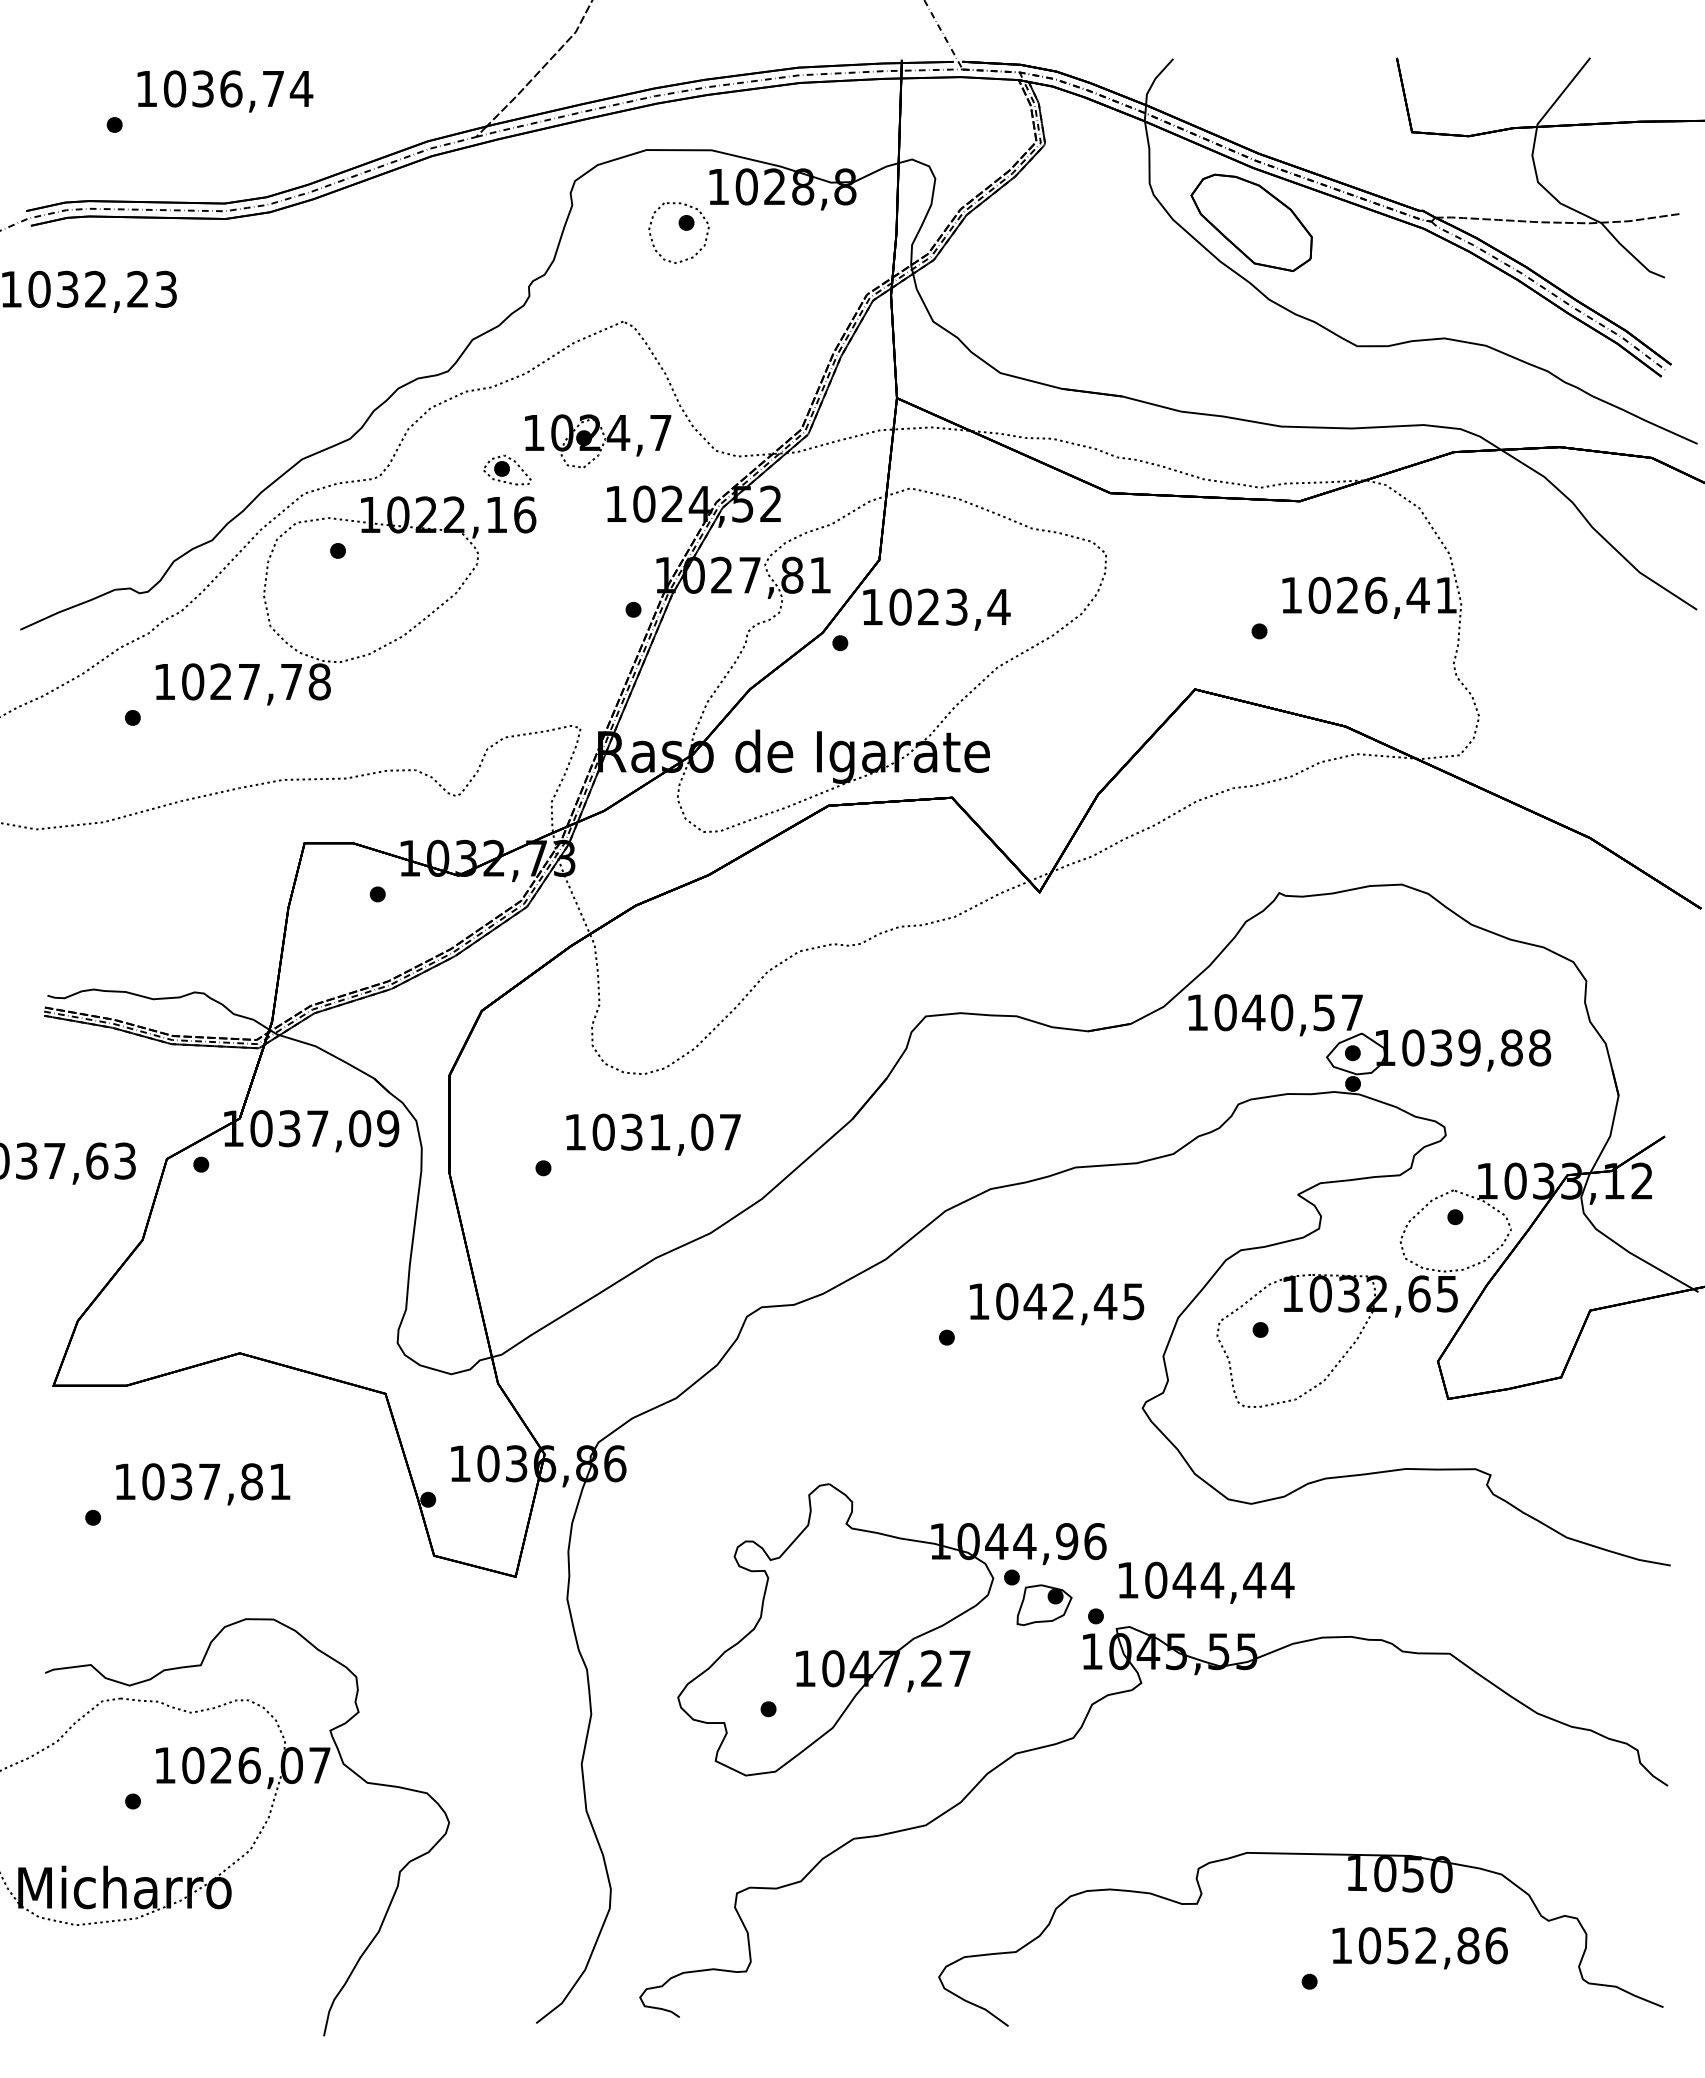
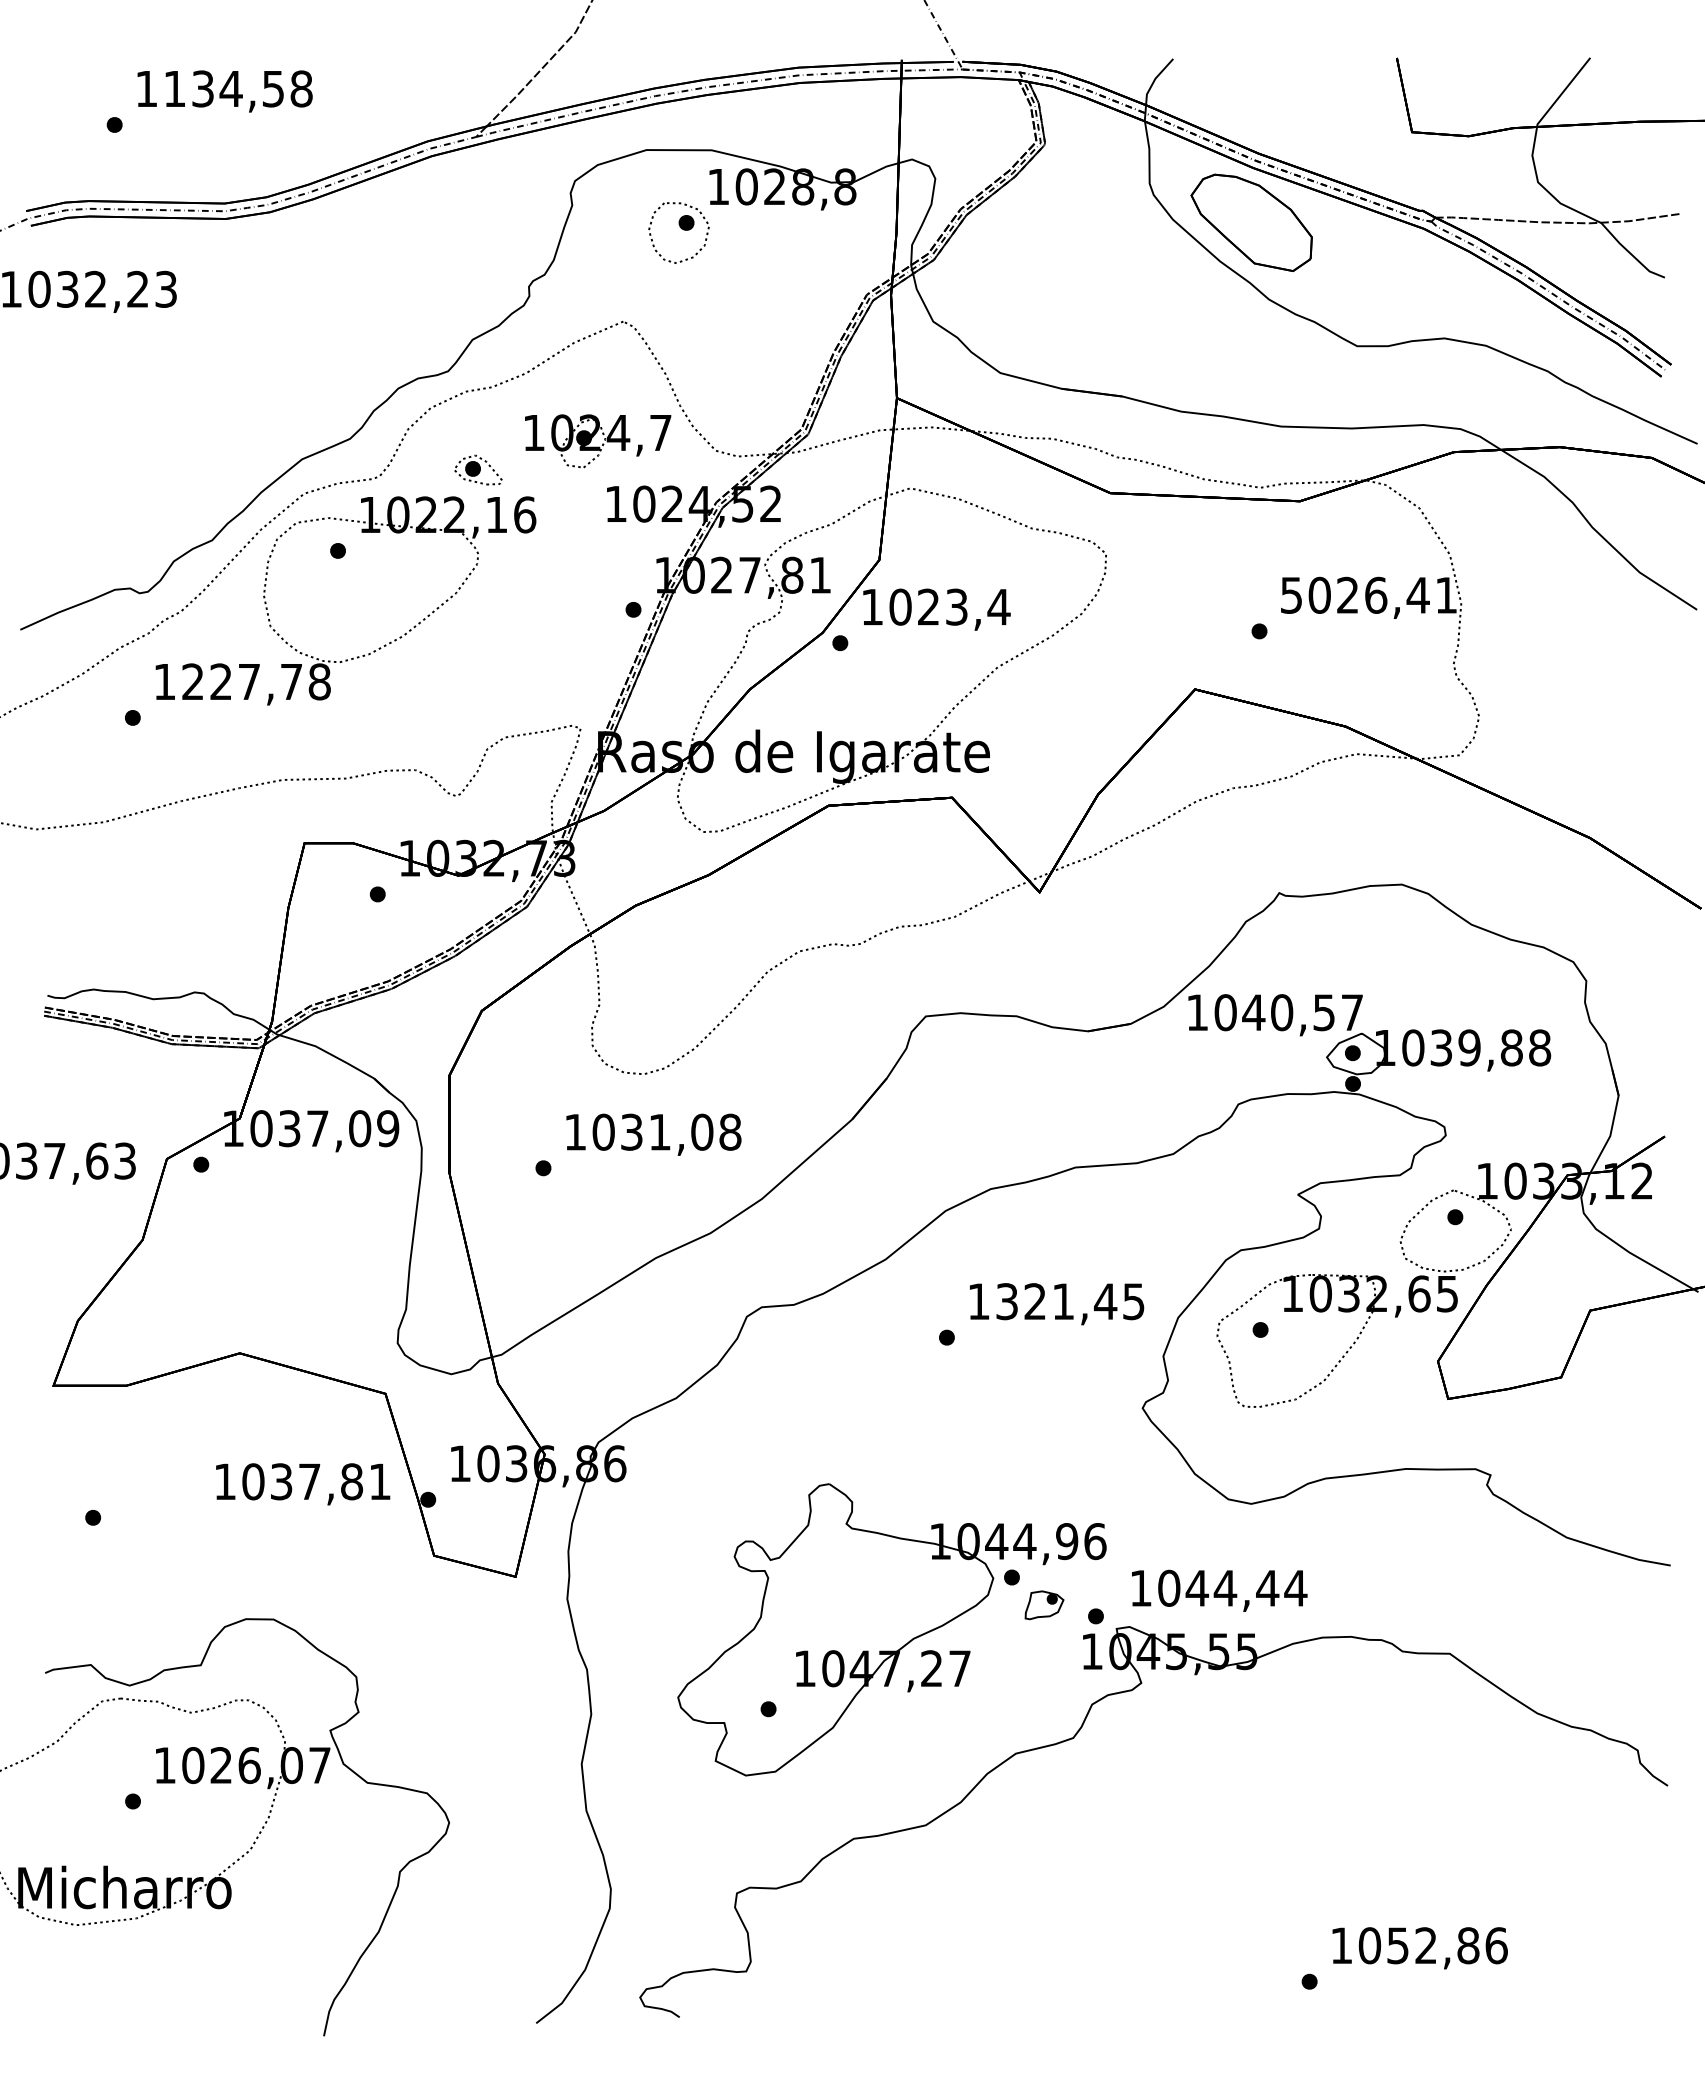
text at (238, 88): 1036,74 -> 1134,58
part at (507, 469) position: (507, 469) -> (478, 469)
text at (1291, 595): 1026,41 -> 5026,41
text at (193, 681): 1027,78 -> 1227,78
text at (730, 1131): 1031,07 -> 1031,08
text at (1034, 1301): 1042,45 -> 1321,45
text at (203, 1484) position: (203, 1484) -> (303, 1484)
text at (1206, 1582) position: (1206, 1582) -> (1219, 1590)
part at (1044, 1605) size: 57x43 px -> 41x31 px
part at (1348, 1890): present -> none
